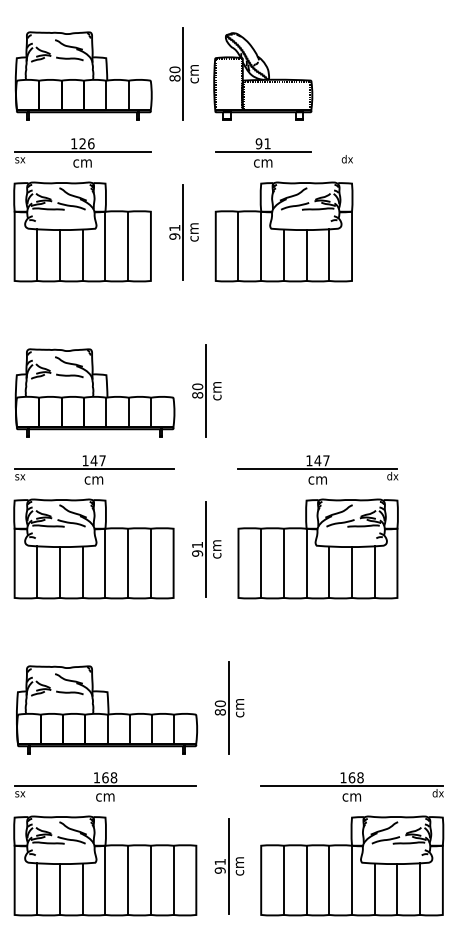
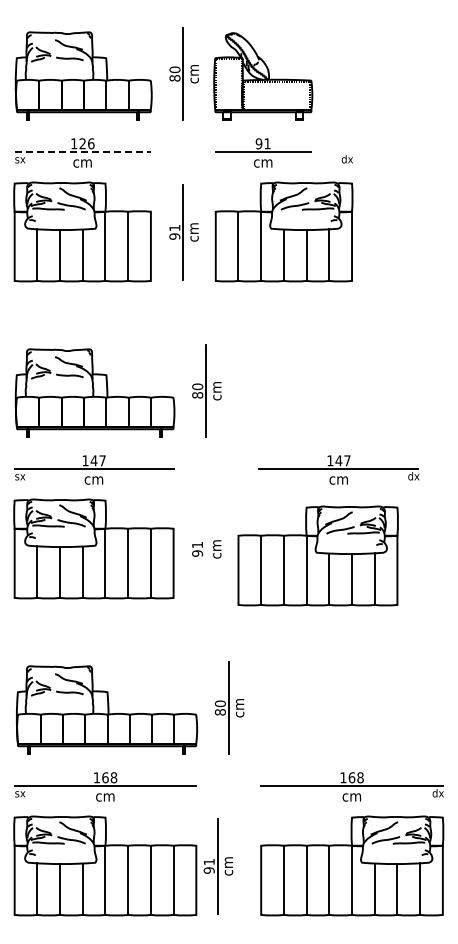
line at (83, 152): solid -> dashed
part at (317, 469) position: (317, 469) -> (338, 469)
line at (206, 548): present -> none
part at (317, 548) position: (317, 548) -> (317, 555)
part at (229, 866) position: (229, 866) -> (218, 866)
